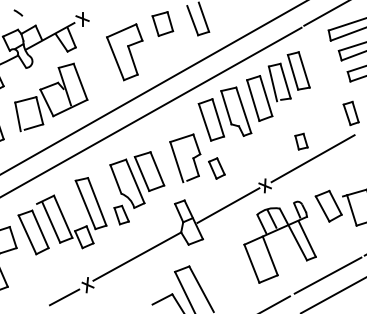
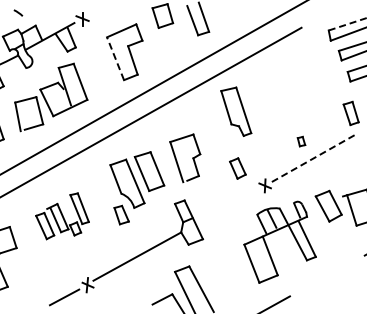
line at (325, 13): present -> none
part at (162, 23) position: (162, 23) -> (162, 15)
line at (347, 24): solid -> dashed
line at (115, 58): solid -> dashed
part at (278, 86): present -> none
part at (210, 119): present -> none
part at (301, 141) size: 15x19 px -> 11x13 px
line at (313, 158): solid -> dashed
part at (216, 168) position: (216, 168) -> (237, 168)
line at (228, 205): present -> none
part at (62, 216) size: 91x79 px -> 55x49 px
line at (327, 275): present -> none
line at (334, 294): present -> none
